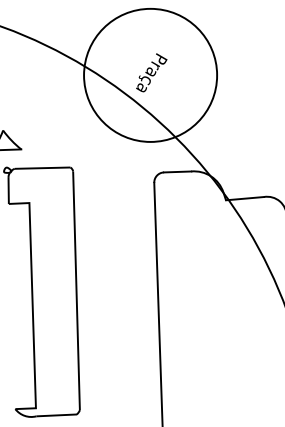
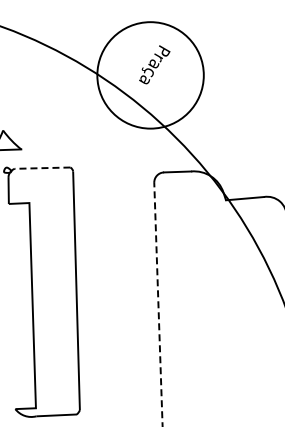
text at (151, 72) position: (151, 72) -> (154, 64)
circle at (150, 74) diameter: 133 px -> 106 px
line at (42, 168): solid -> dashed
line at (158, 304): solid -> dashed
